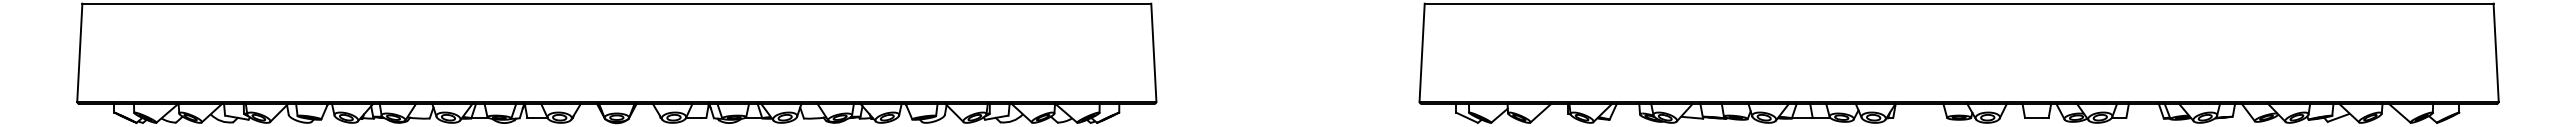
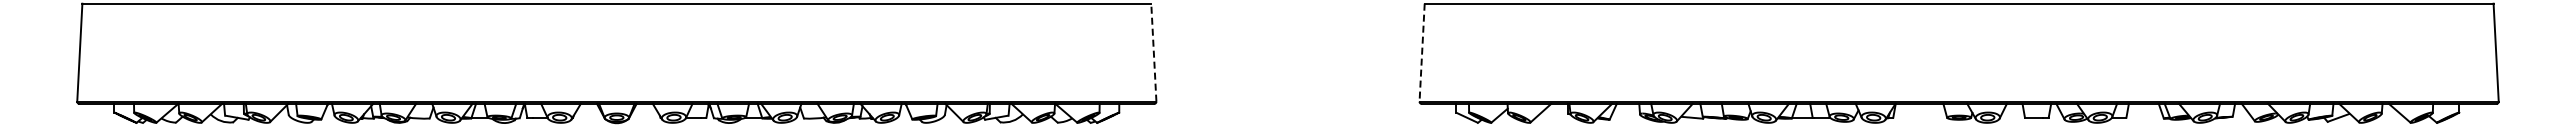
line at (1153, 52): solid -> dashed
line at (1422, 53): solid -> dashed
